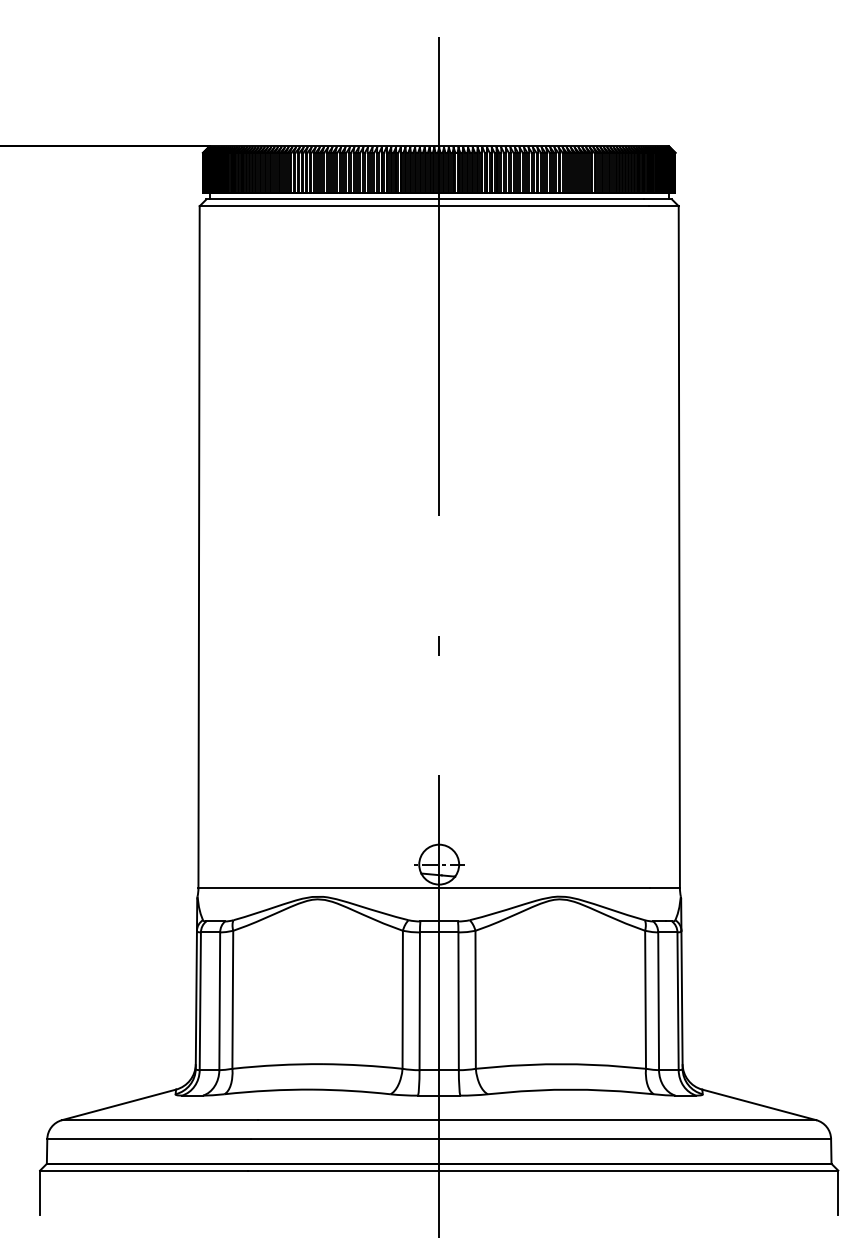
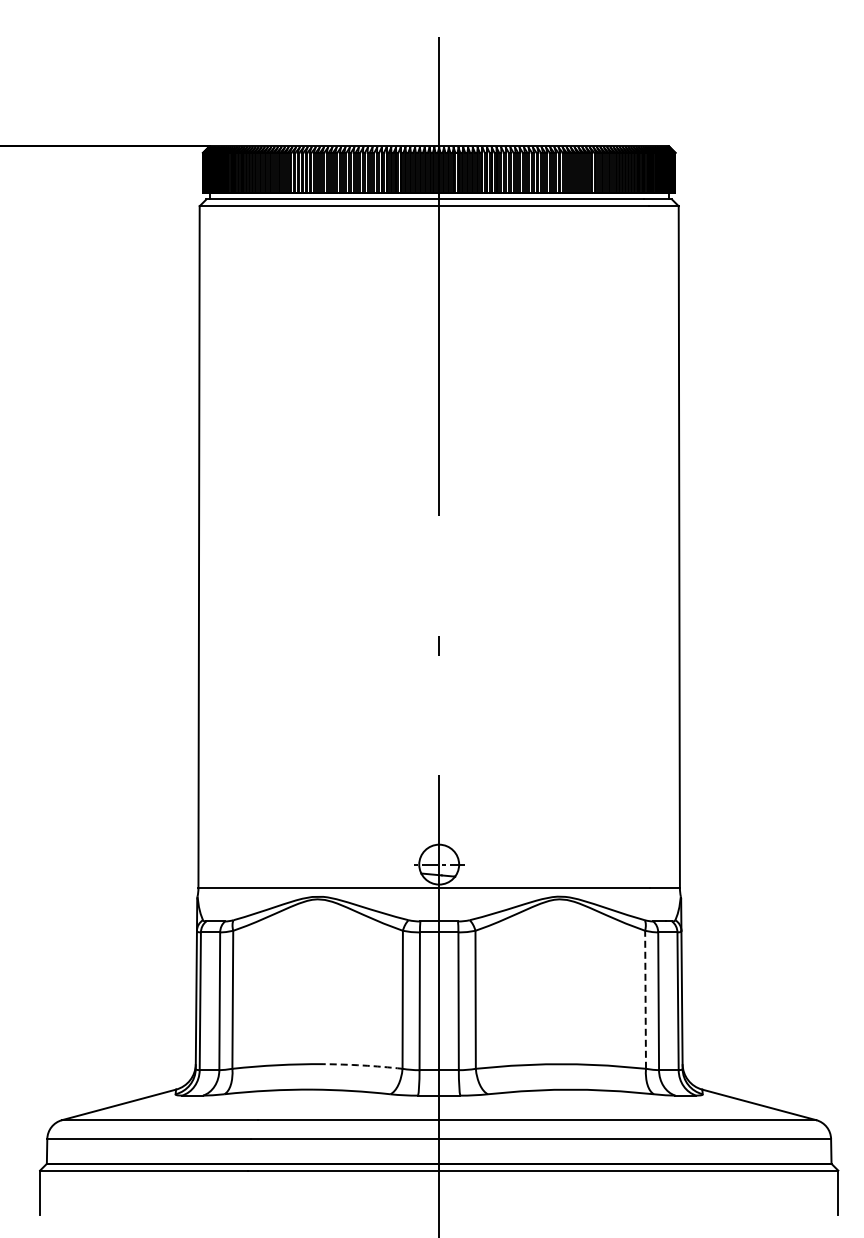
line at (645, 999): solid -> dashed
arc at (362, 1065): solid -> dashed
